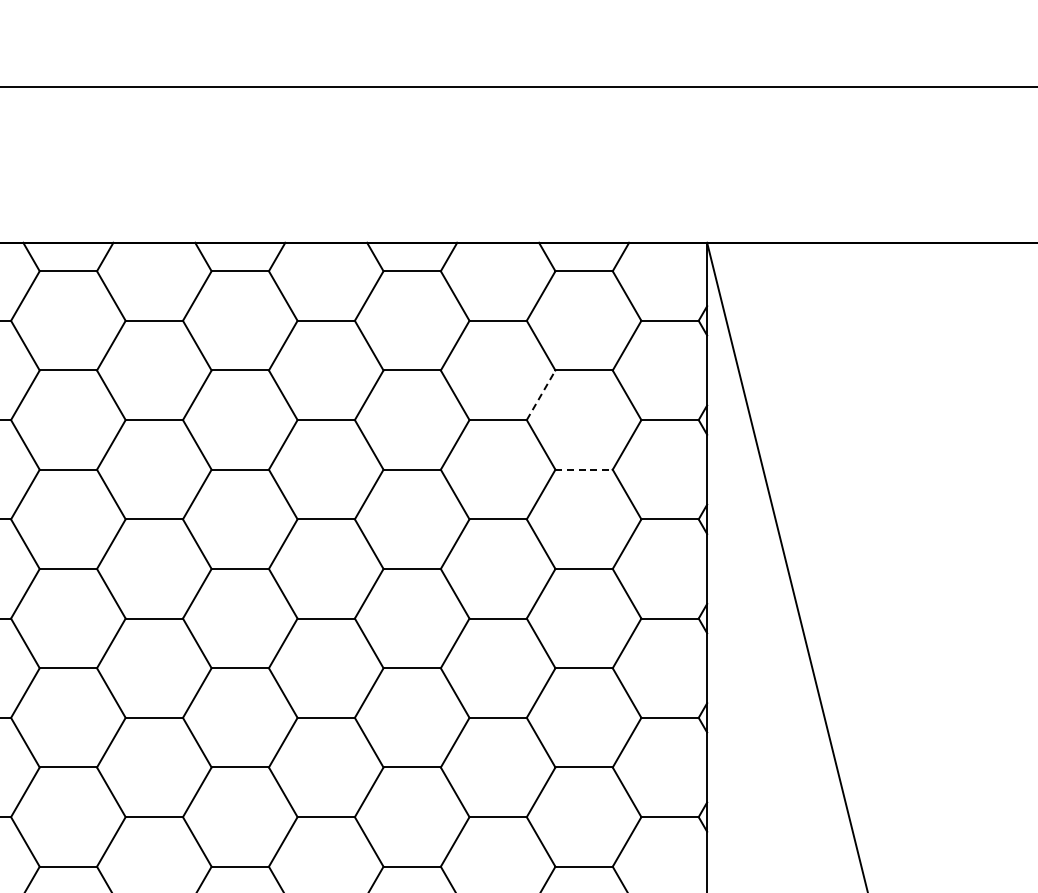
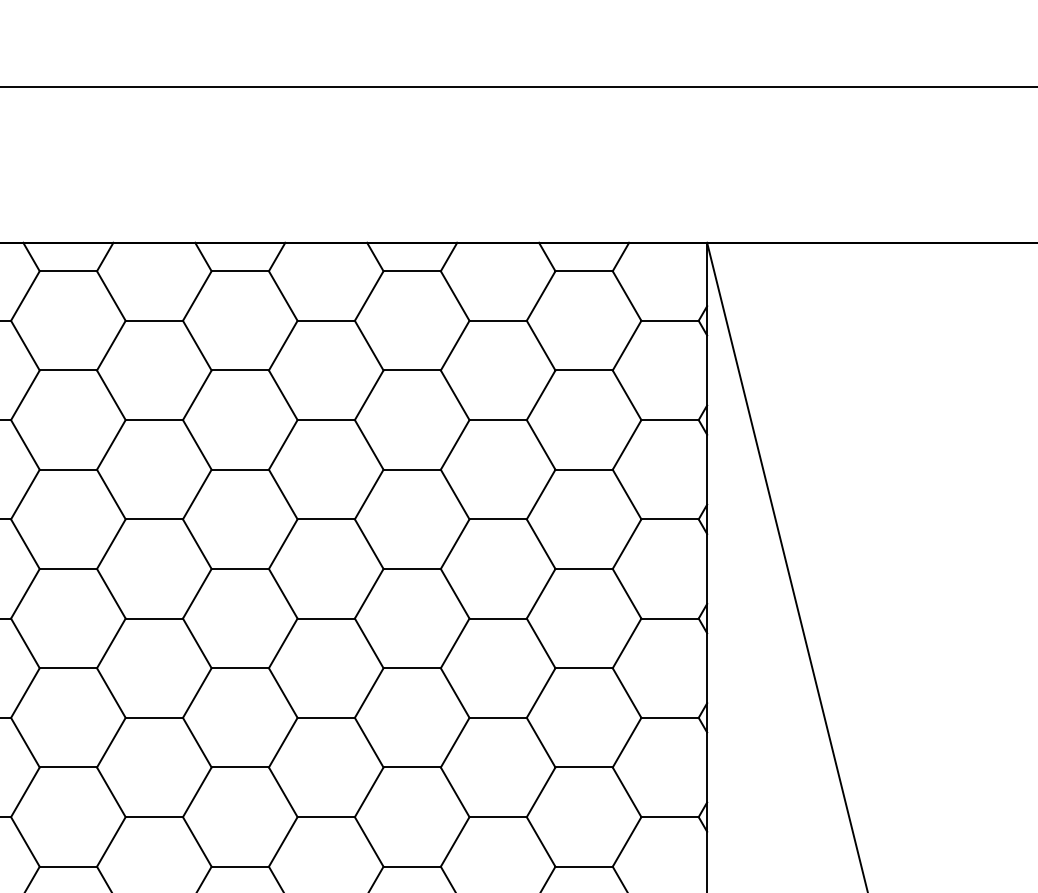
line at (541, 395): dashed -> solid
line at (584, 469): dashed -> solid
